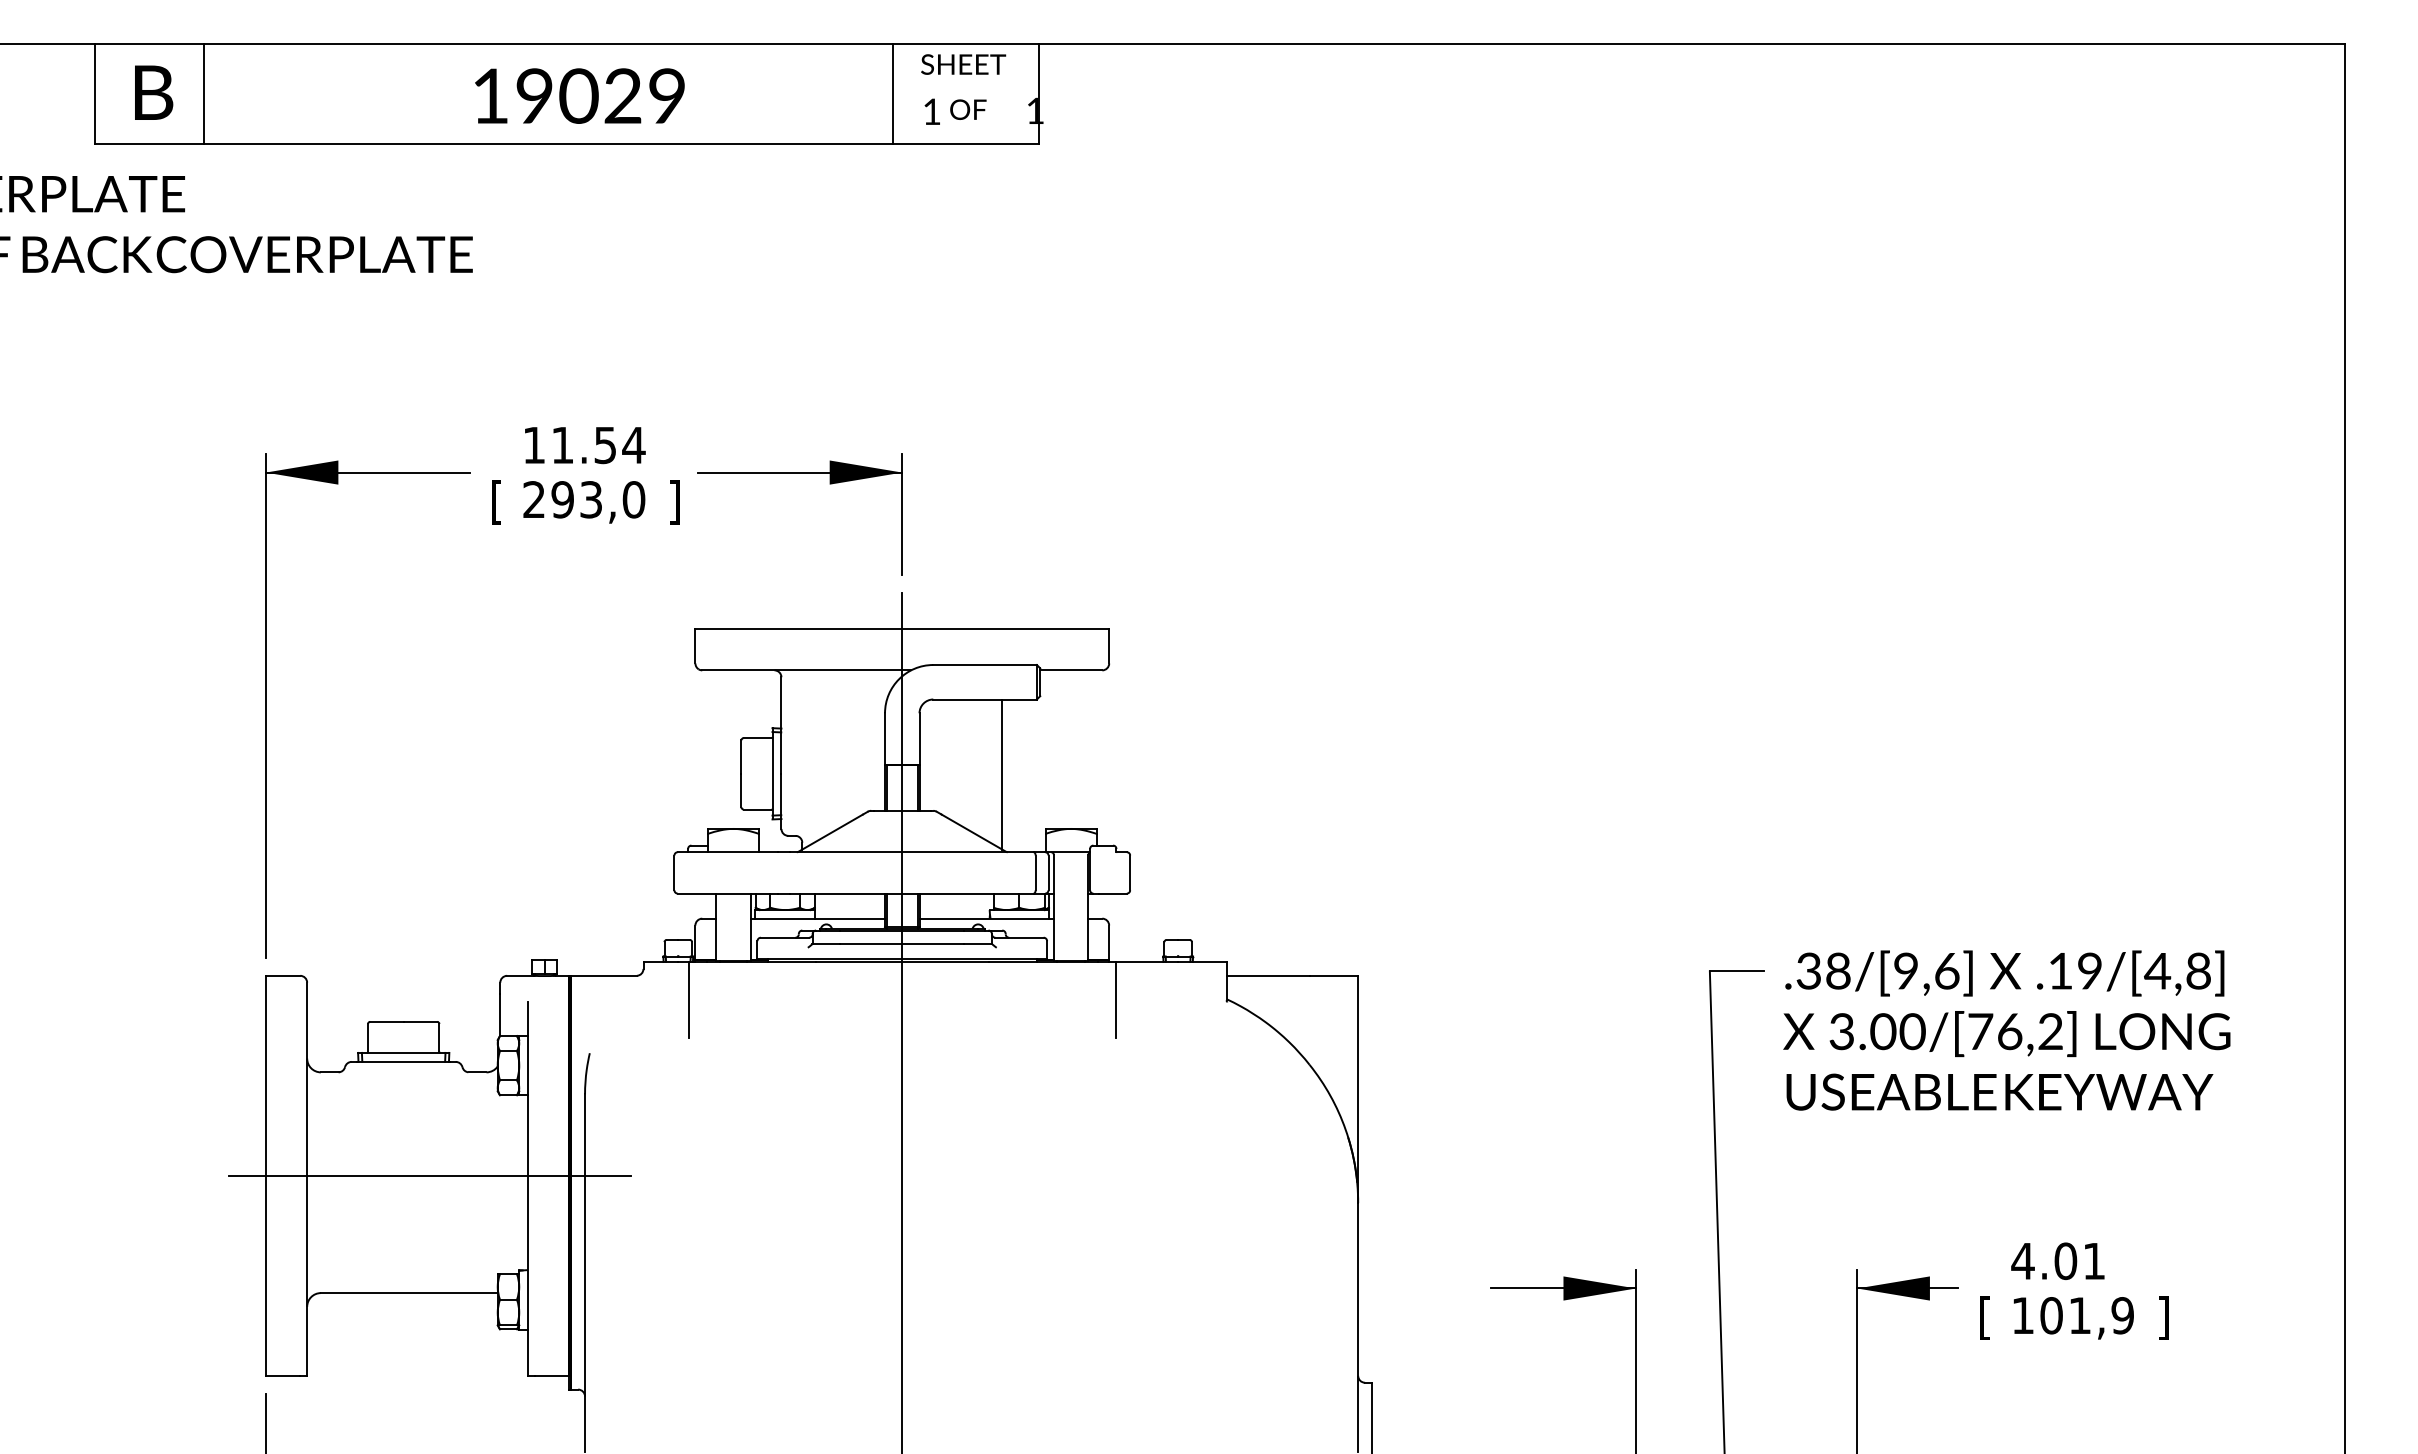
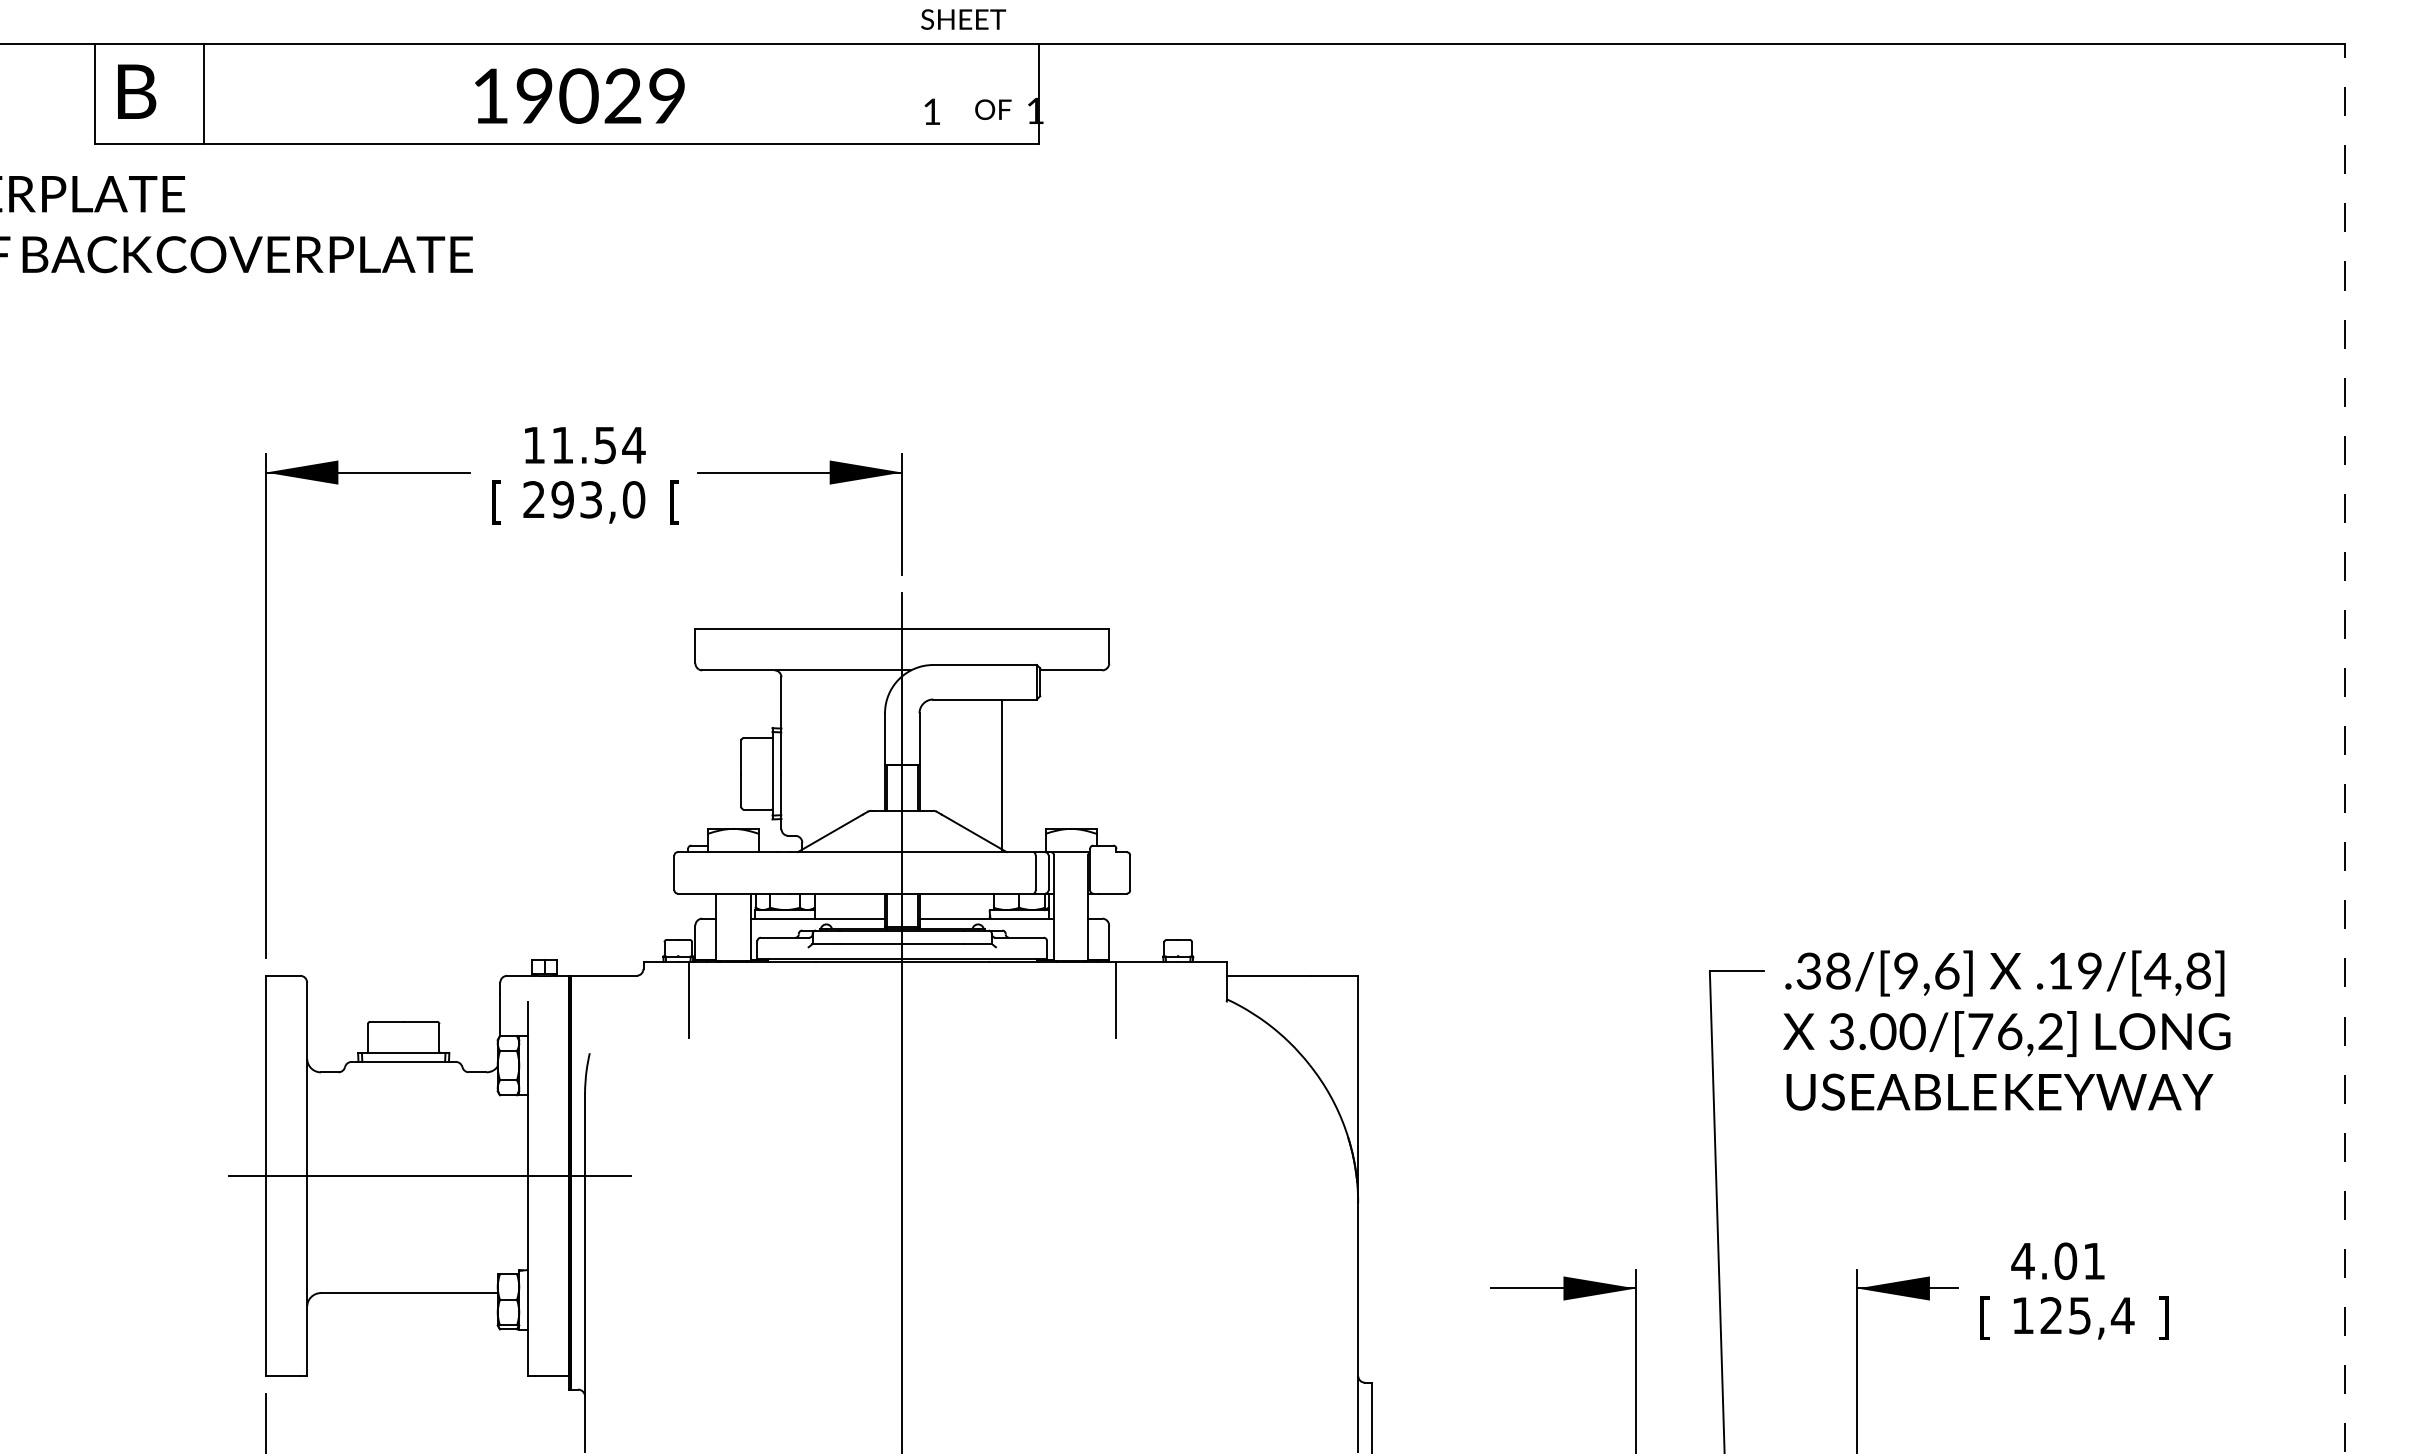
text at (963, 64) position: (963, 64) -> (963, 19)
text at (154, 92) position: (154, 92) -> (137, 91)
line at (893, 93): present -> none
text at (968, 109) position: (968, 109) -> (993, 109)
text at (674, 502): ] -> [
line at (2345, 748): solid -> dashed
text at (2087, 1315): 101,9 -> 125,4
